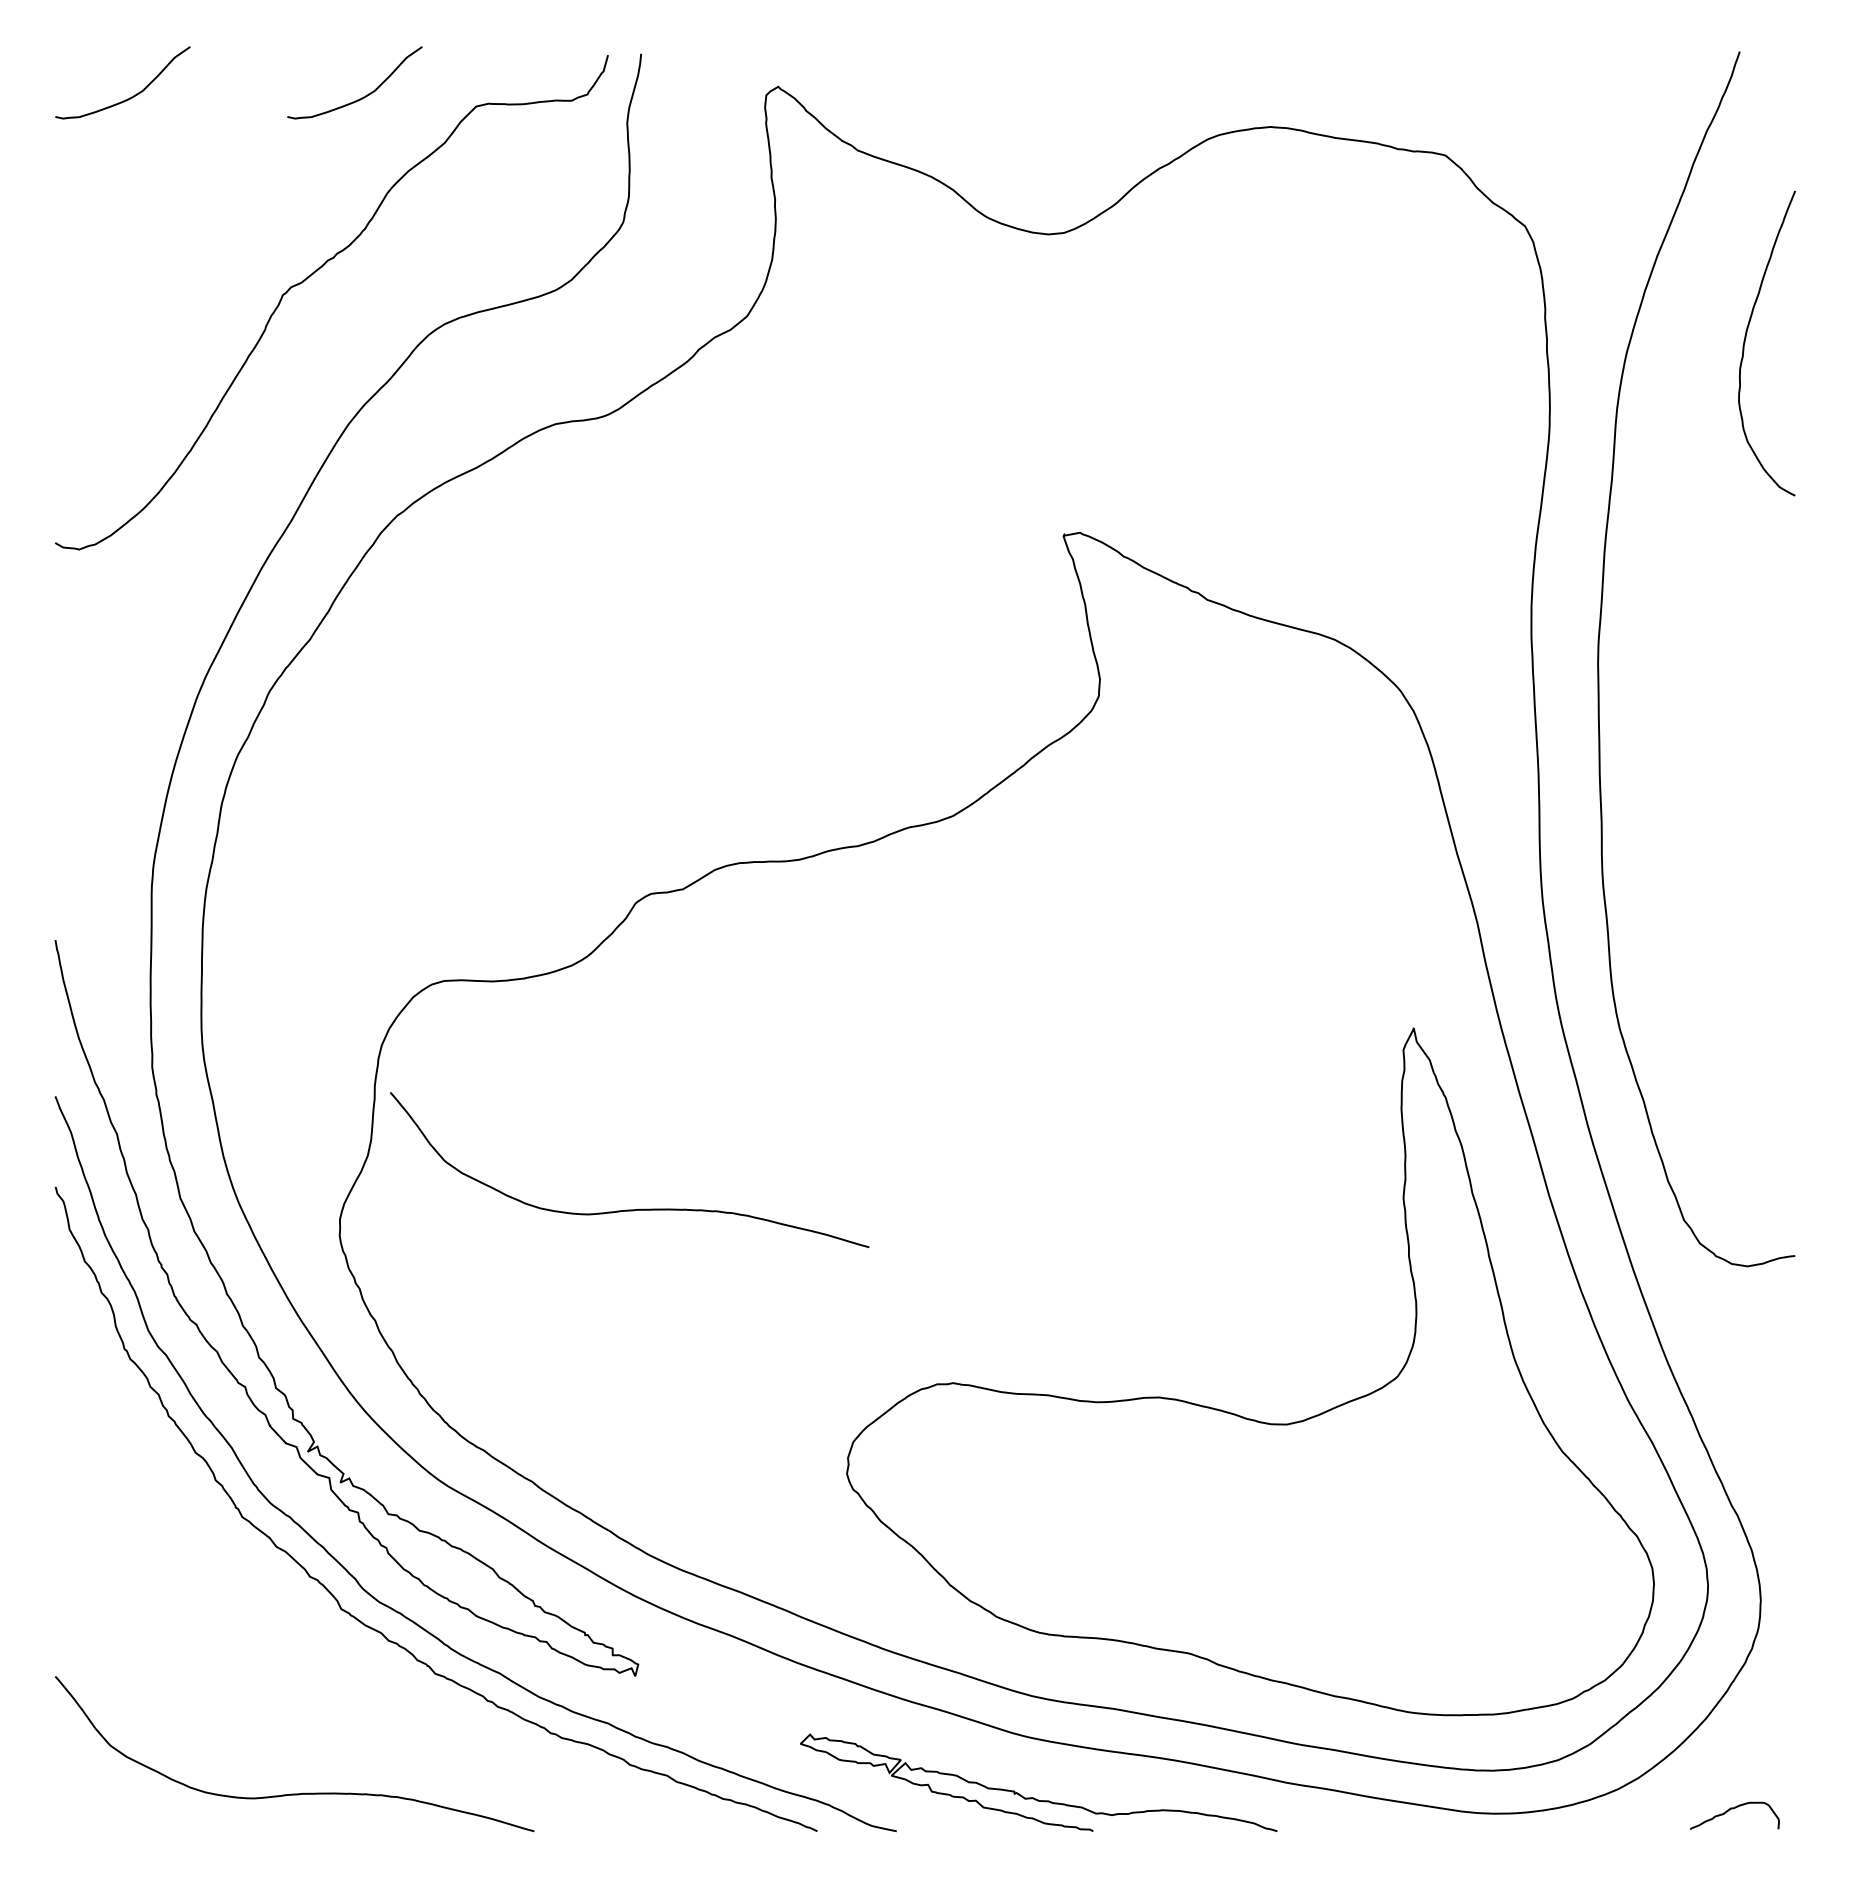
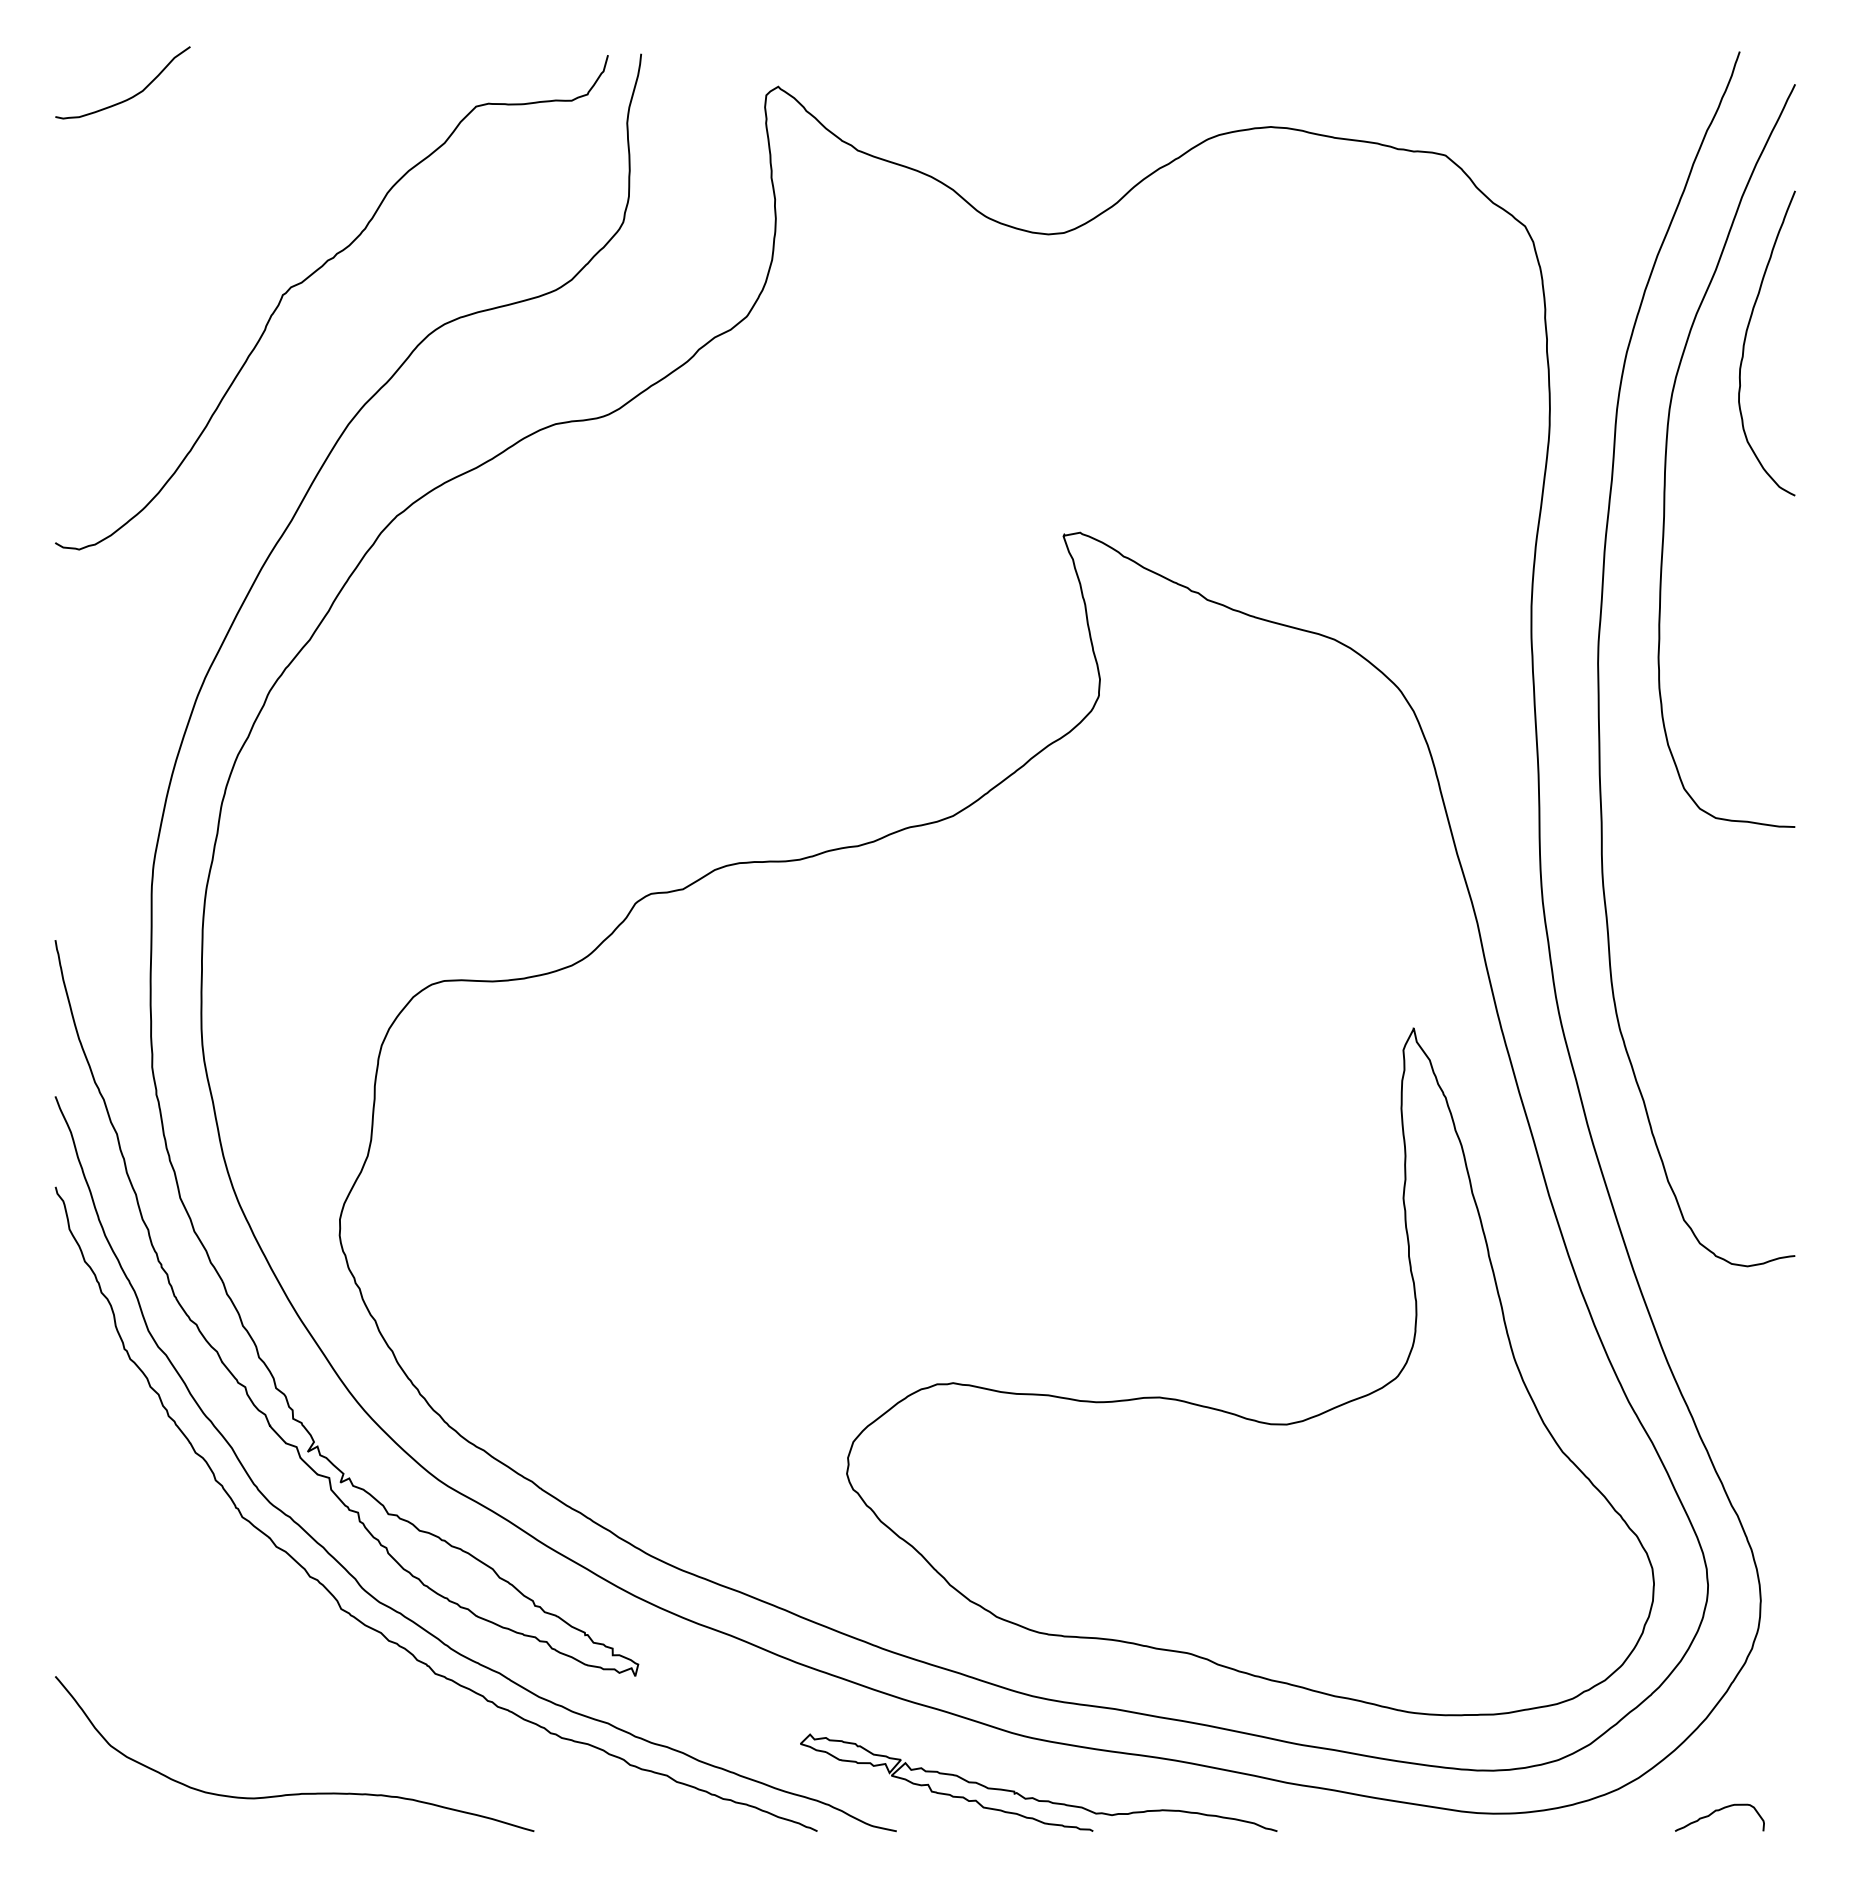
curve at (361, 97): present -> none
curve at (1667, 448): none -> present
curve at (629, 1209): present -> none
curve at (1733, 1809) position: (1733, 1809) -> (1718, 1811)
